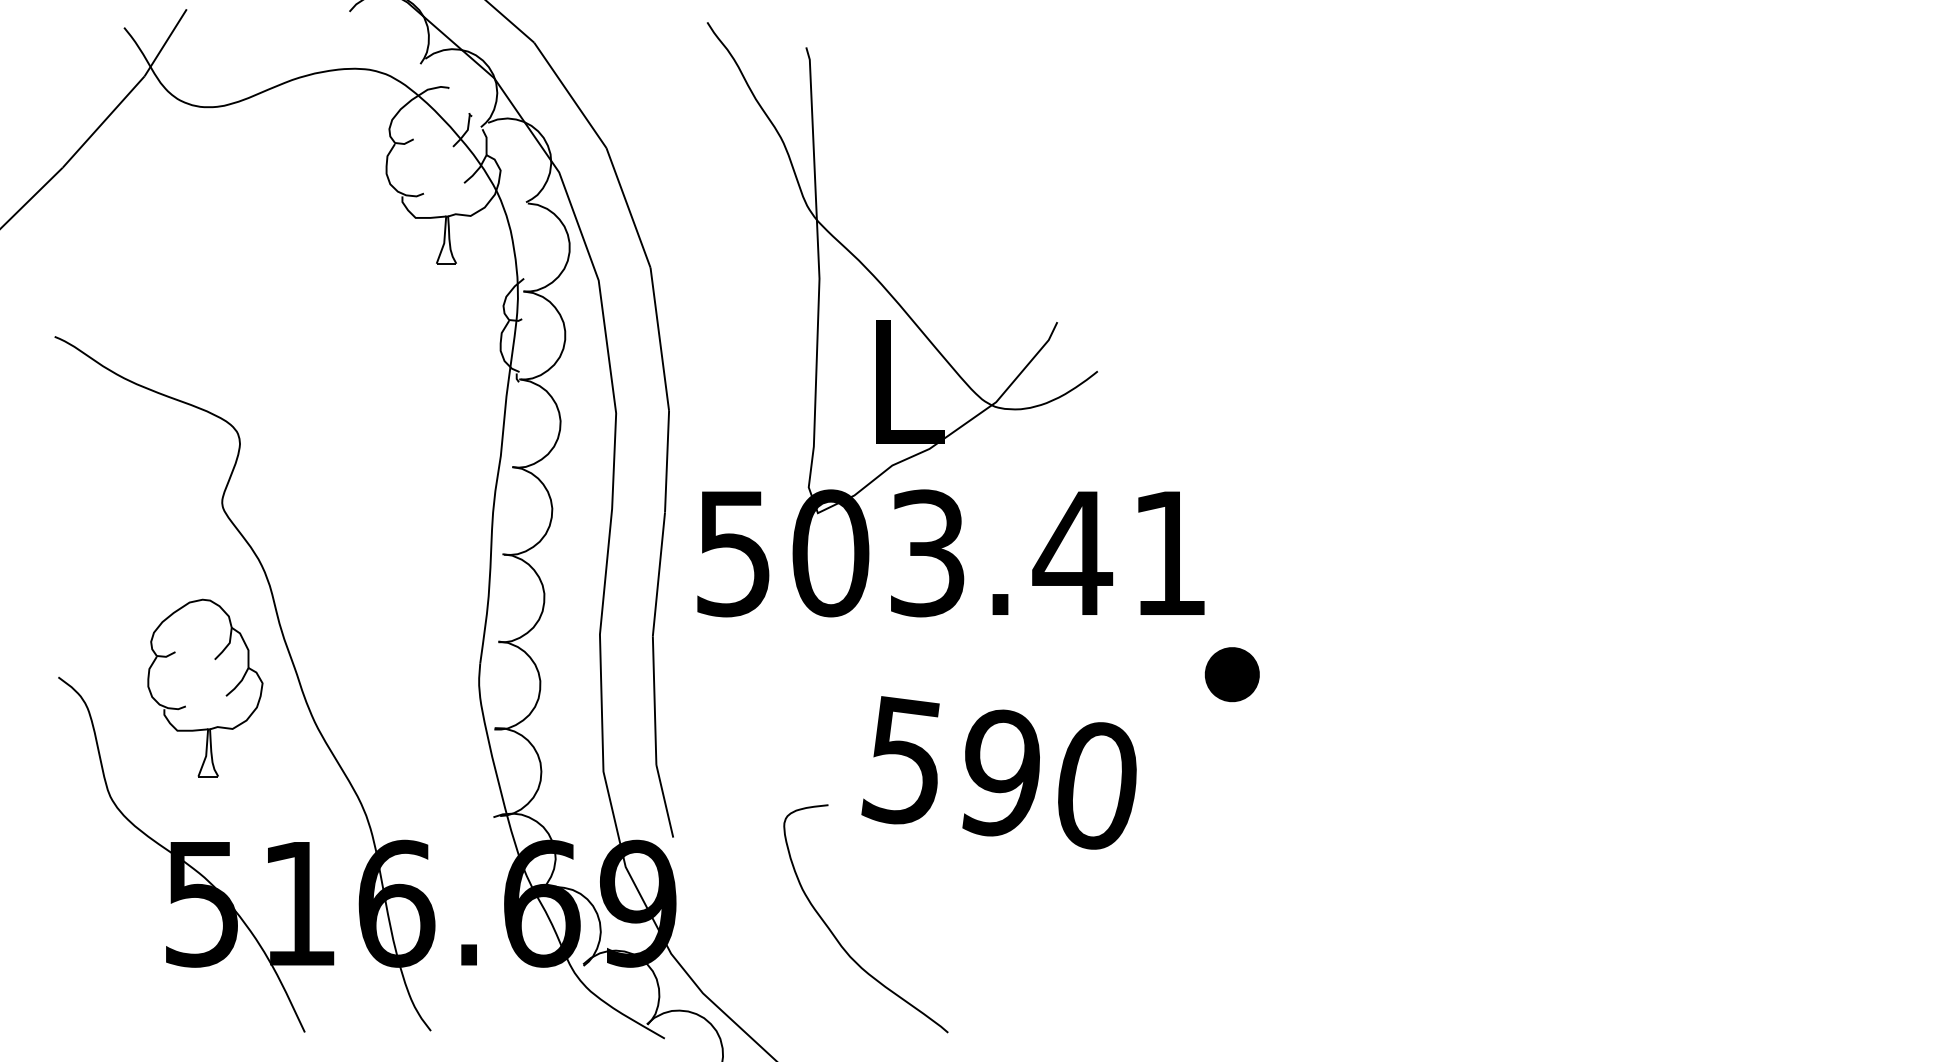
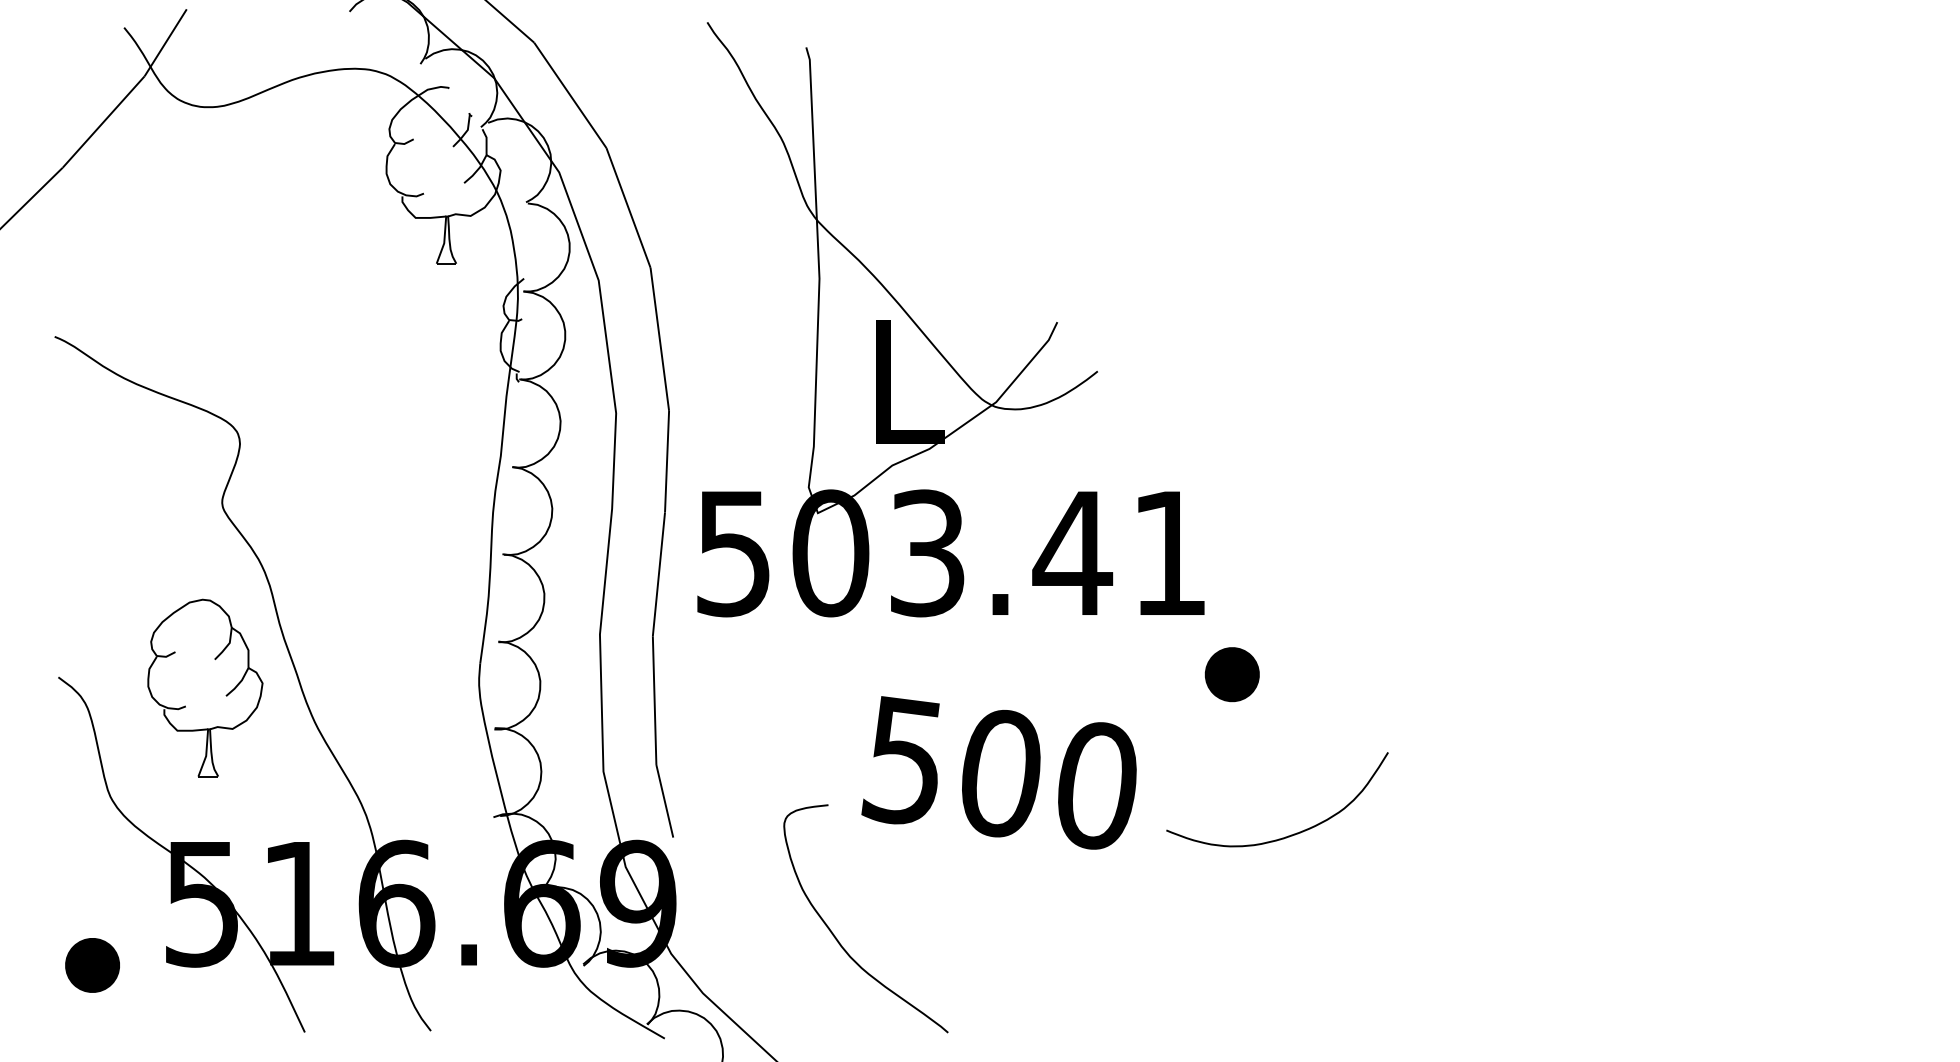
text at (1001, 773): 590 -> 500
curve at (1288, 835): none -> present
part at (92, 965): none -> present
